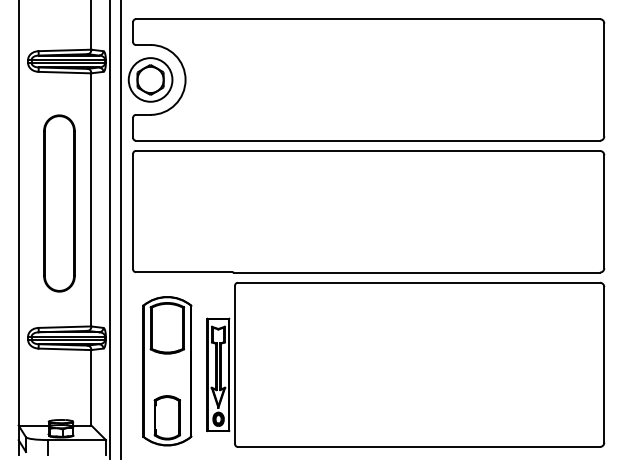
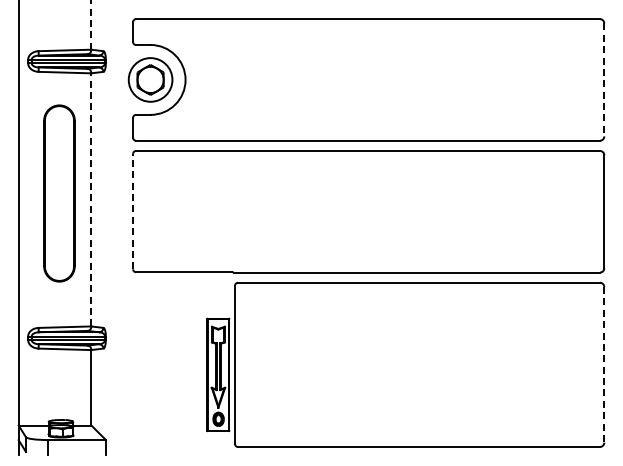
line at (91, 24): solid -> dashed
line at (604, 80): solid -> dashed
line at (91, 199): solid -> dashed
part at (59, 203) position: (59, 203) -> (59, 193)
line at (133, 211): solid -> dashed
line at (109, 230): present -> none
line at (121, 230): present -> none
line at (604, 364): solid -> dashed
part at (167, 371): present -> none
